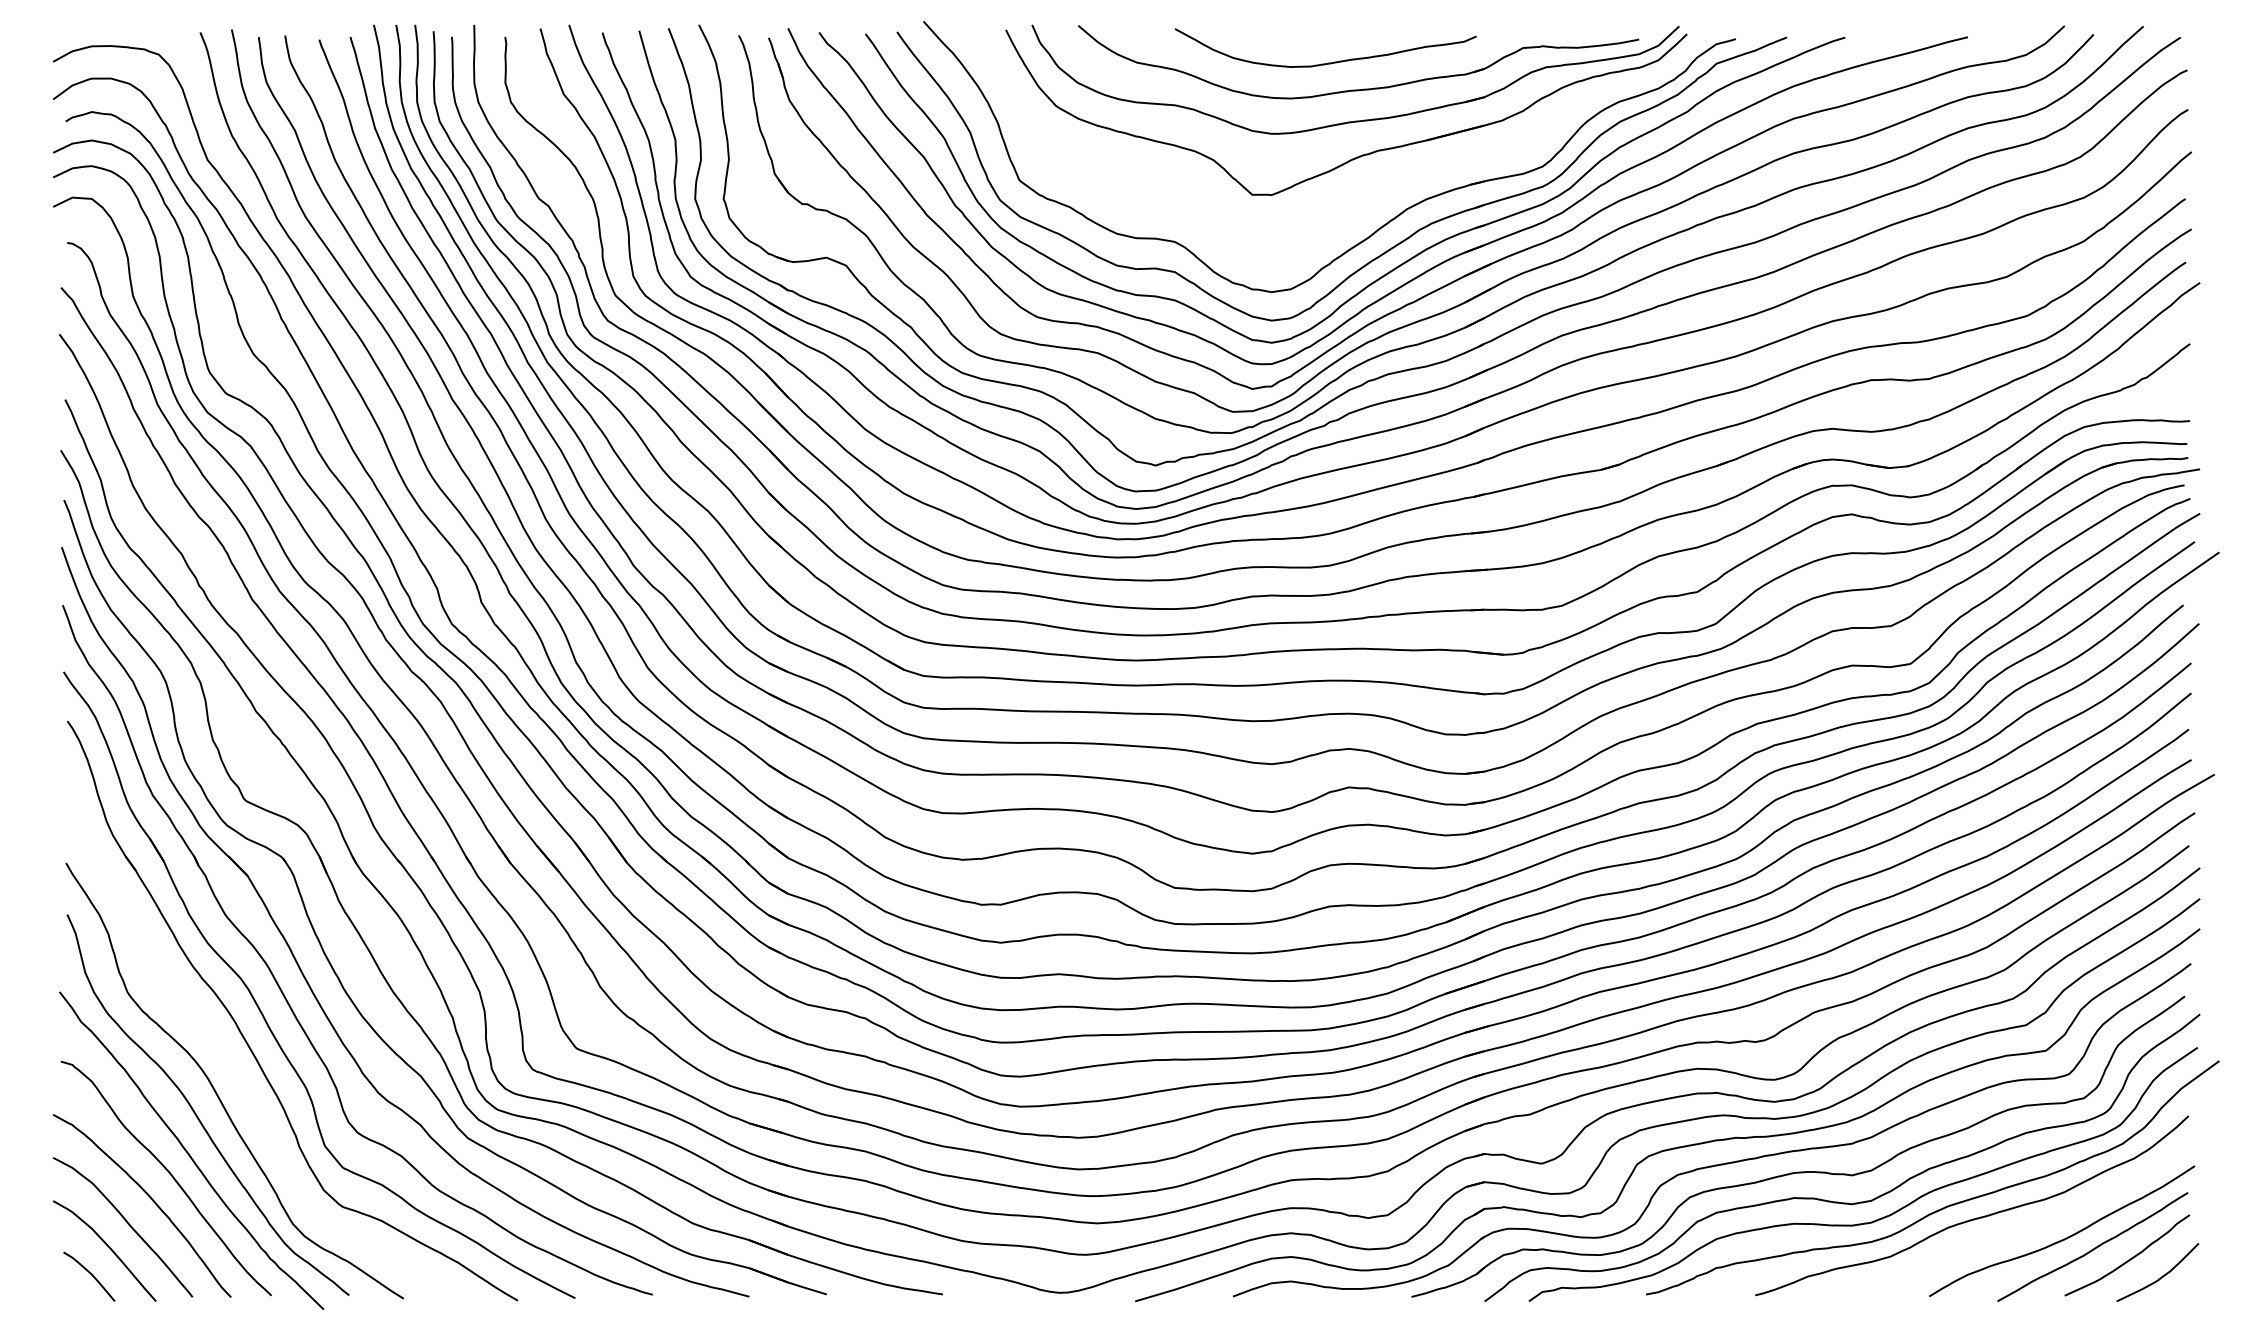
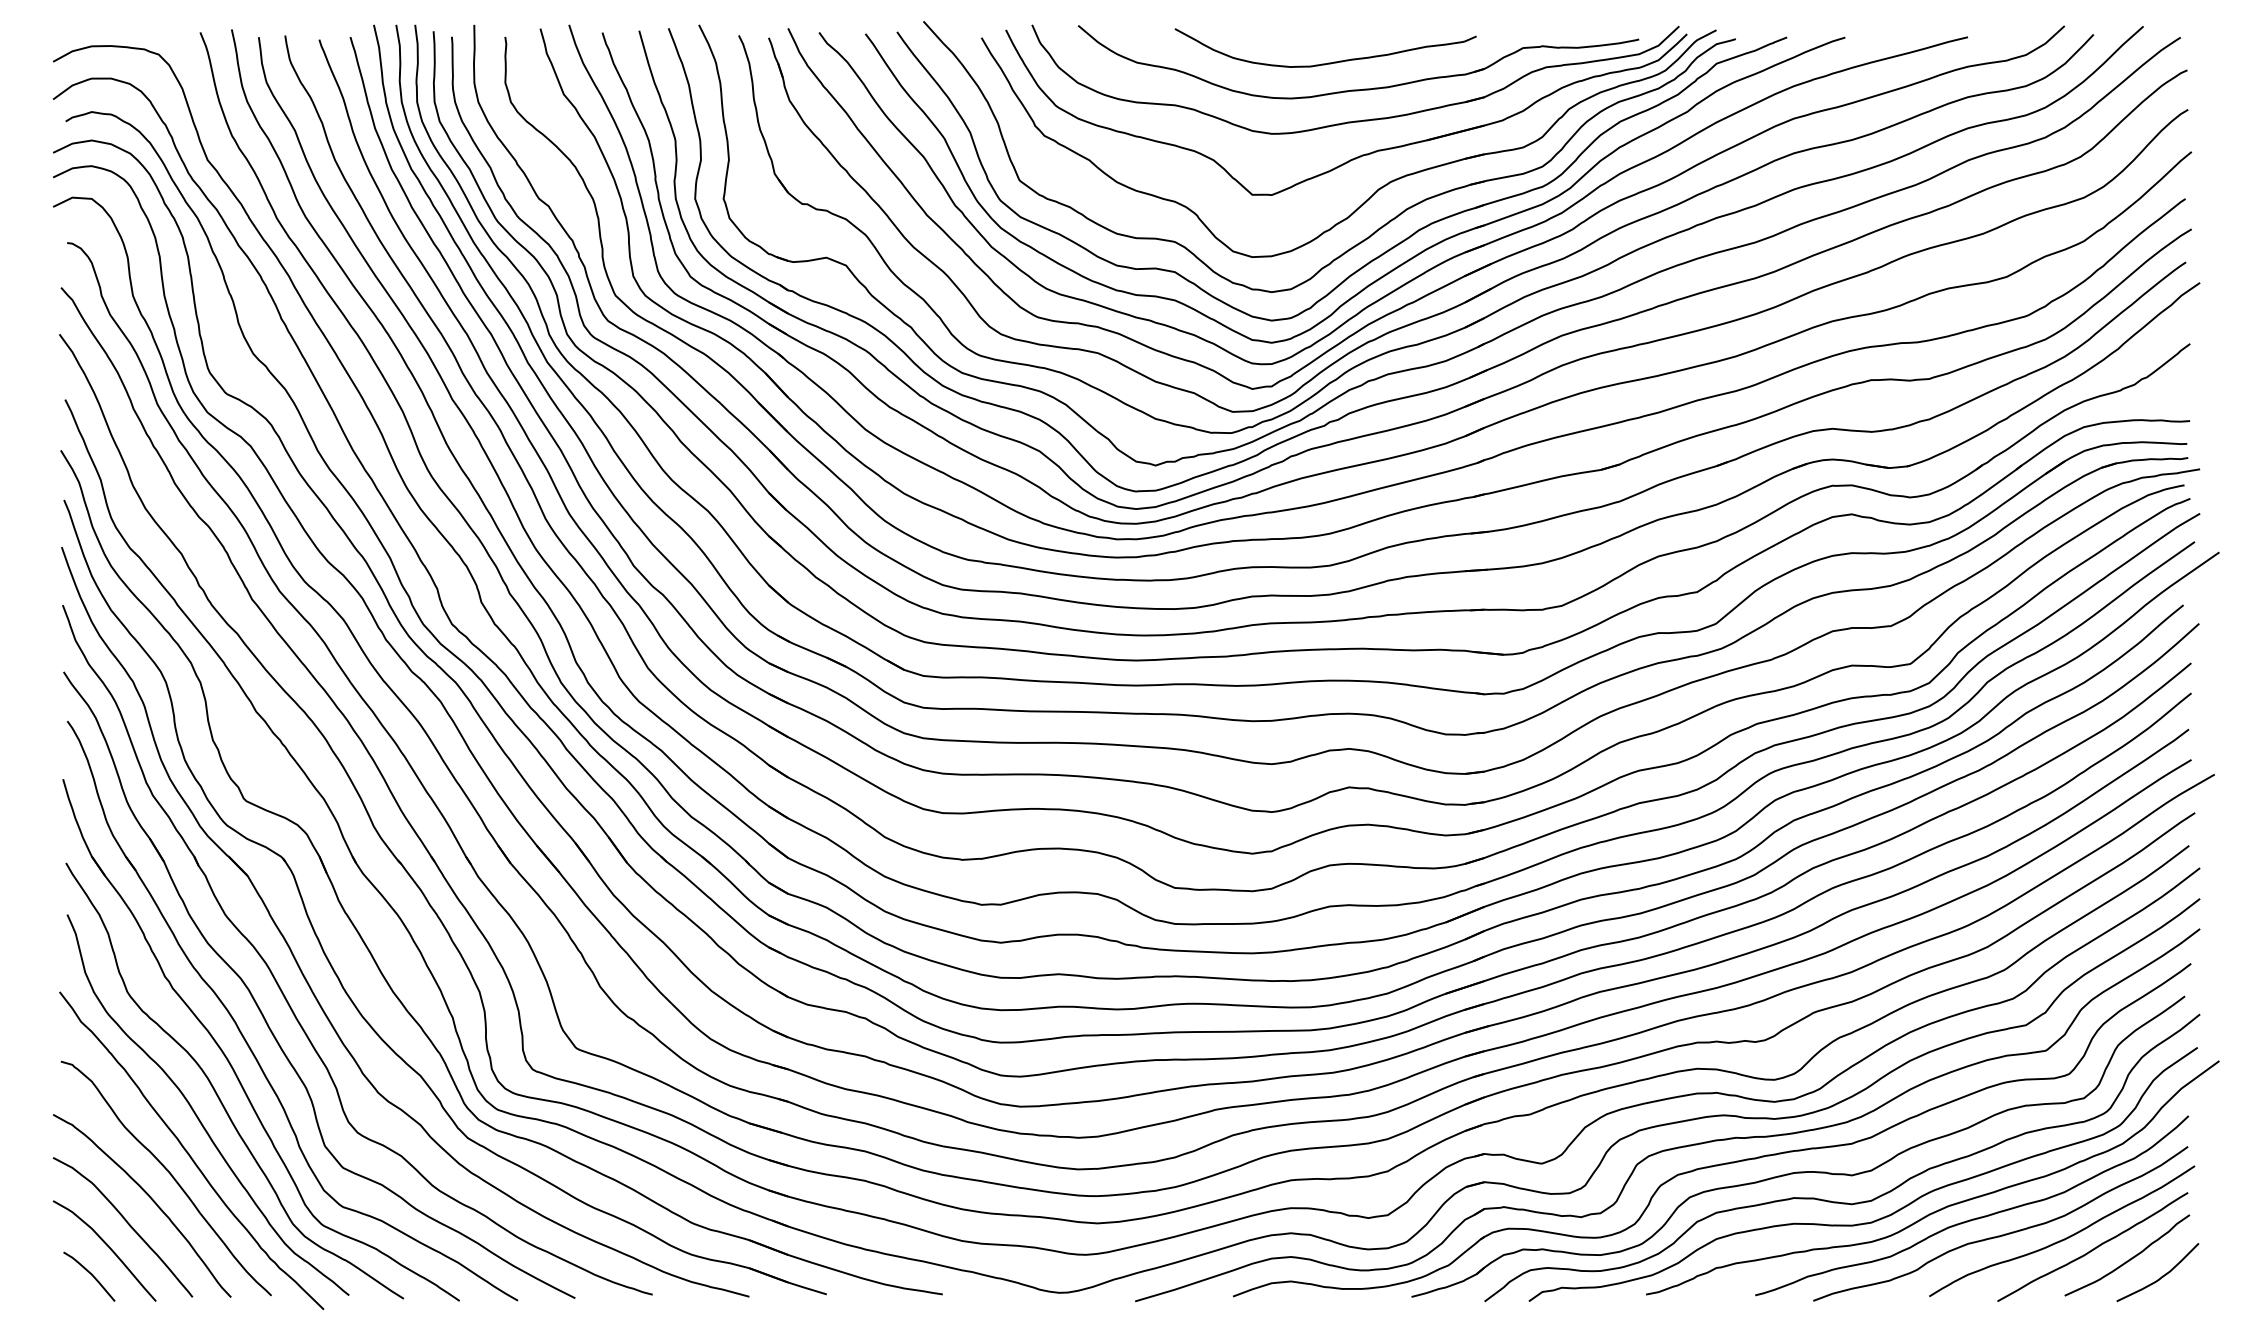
part at (1378, 188): none -> present
part at (229, 1060): none -> present
curve at (2001, 1234): none -> present
